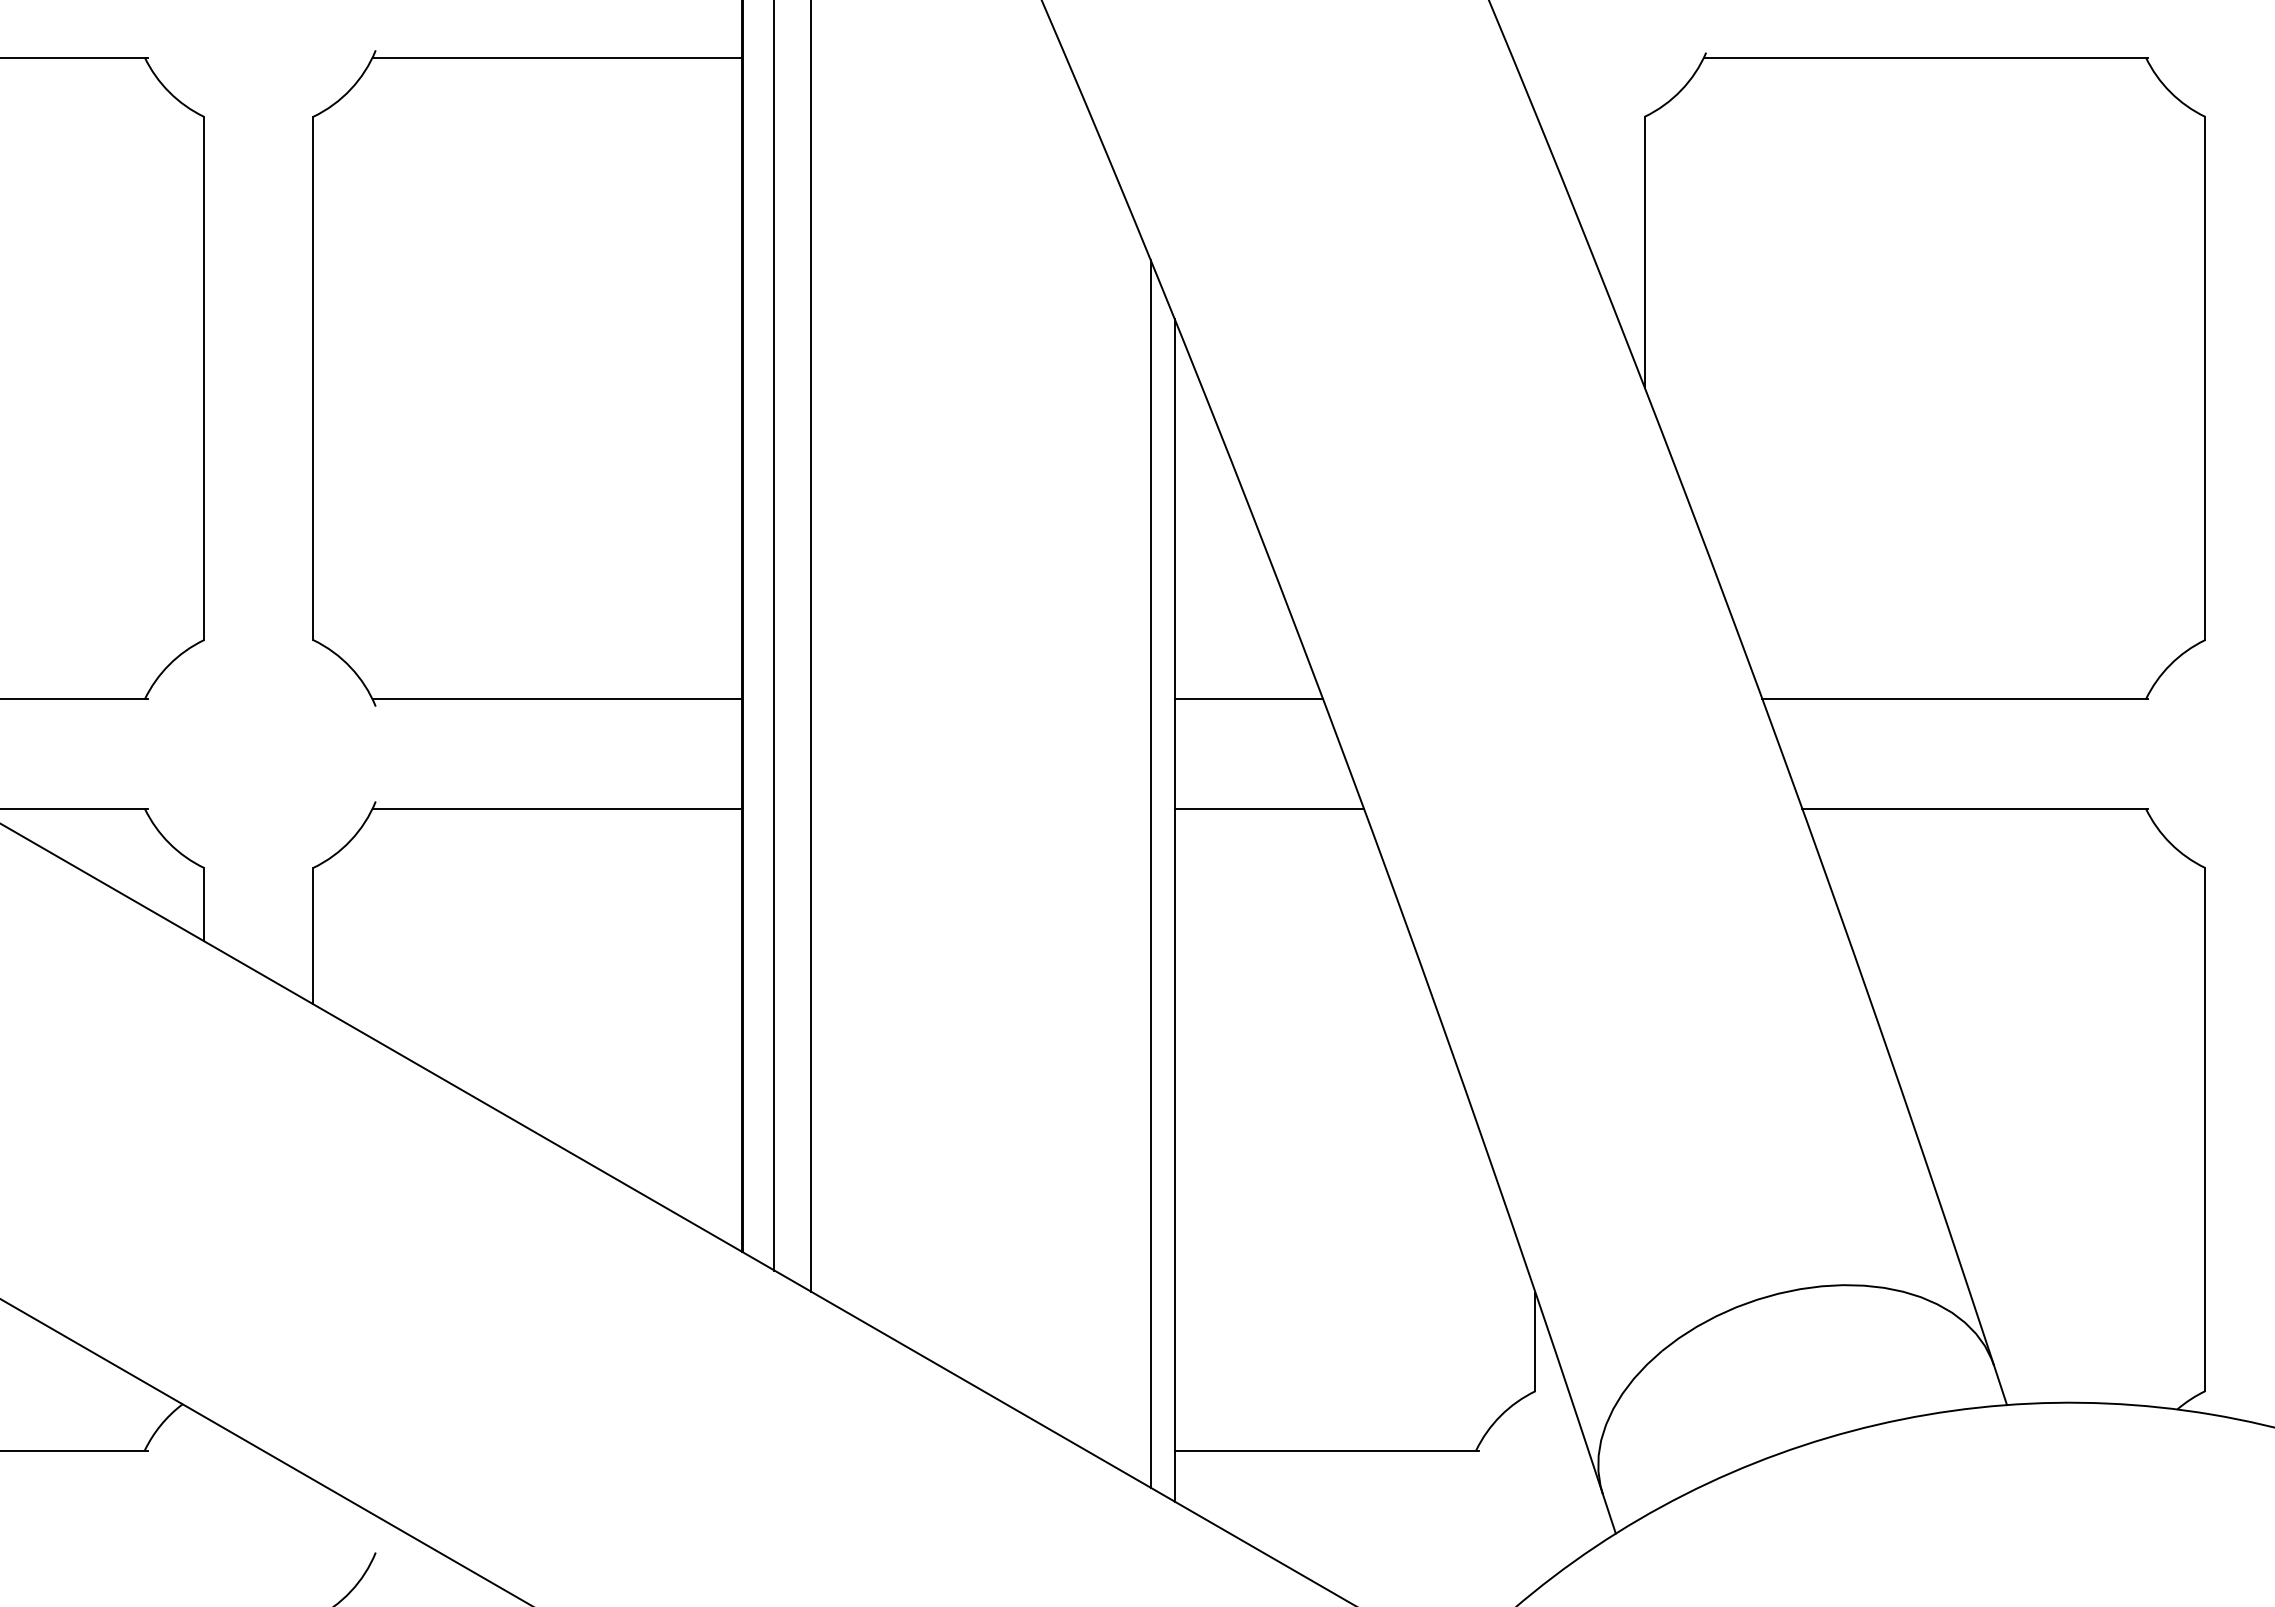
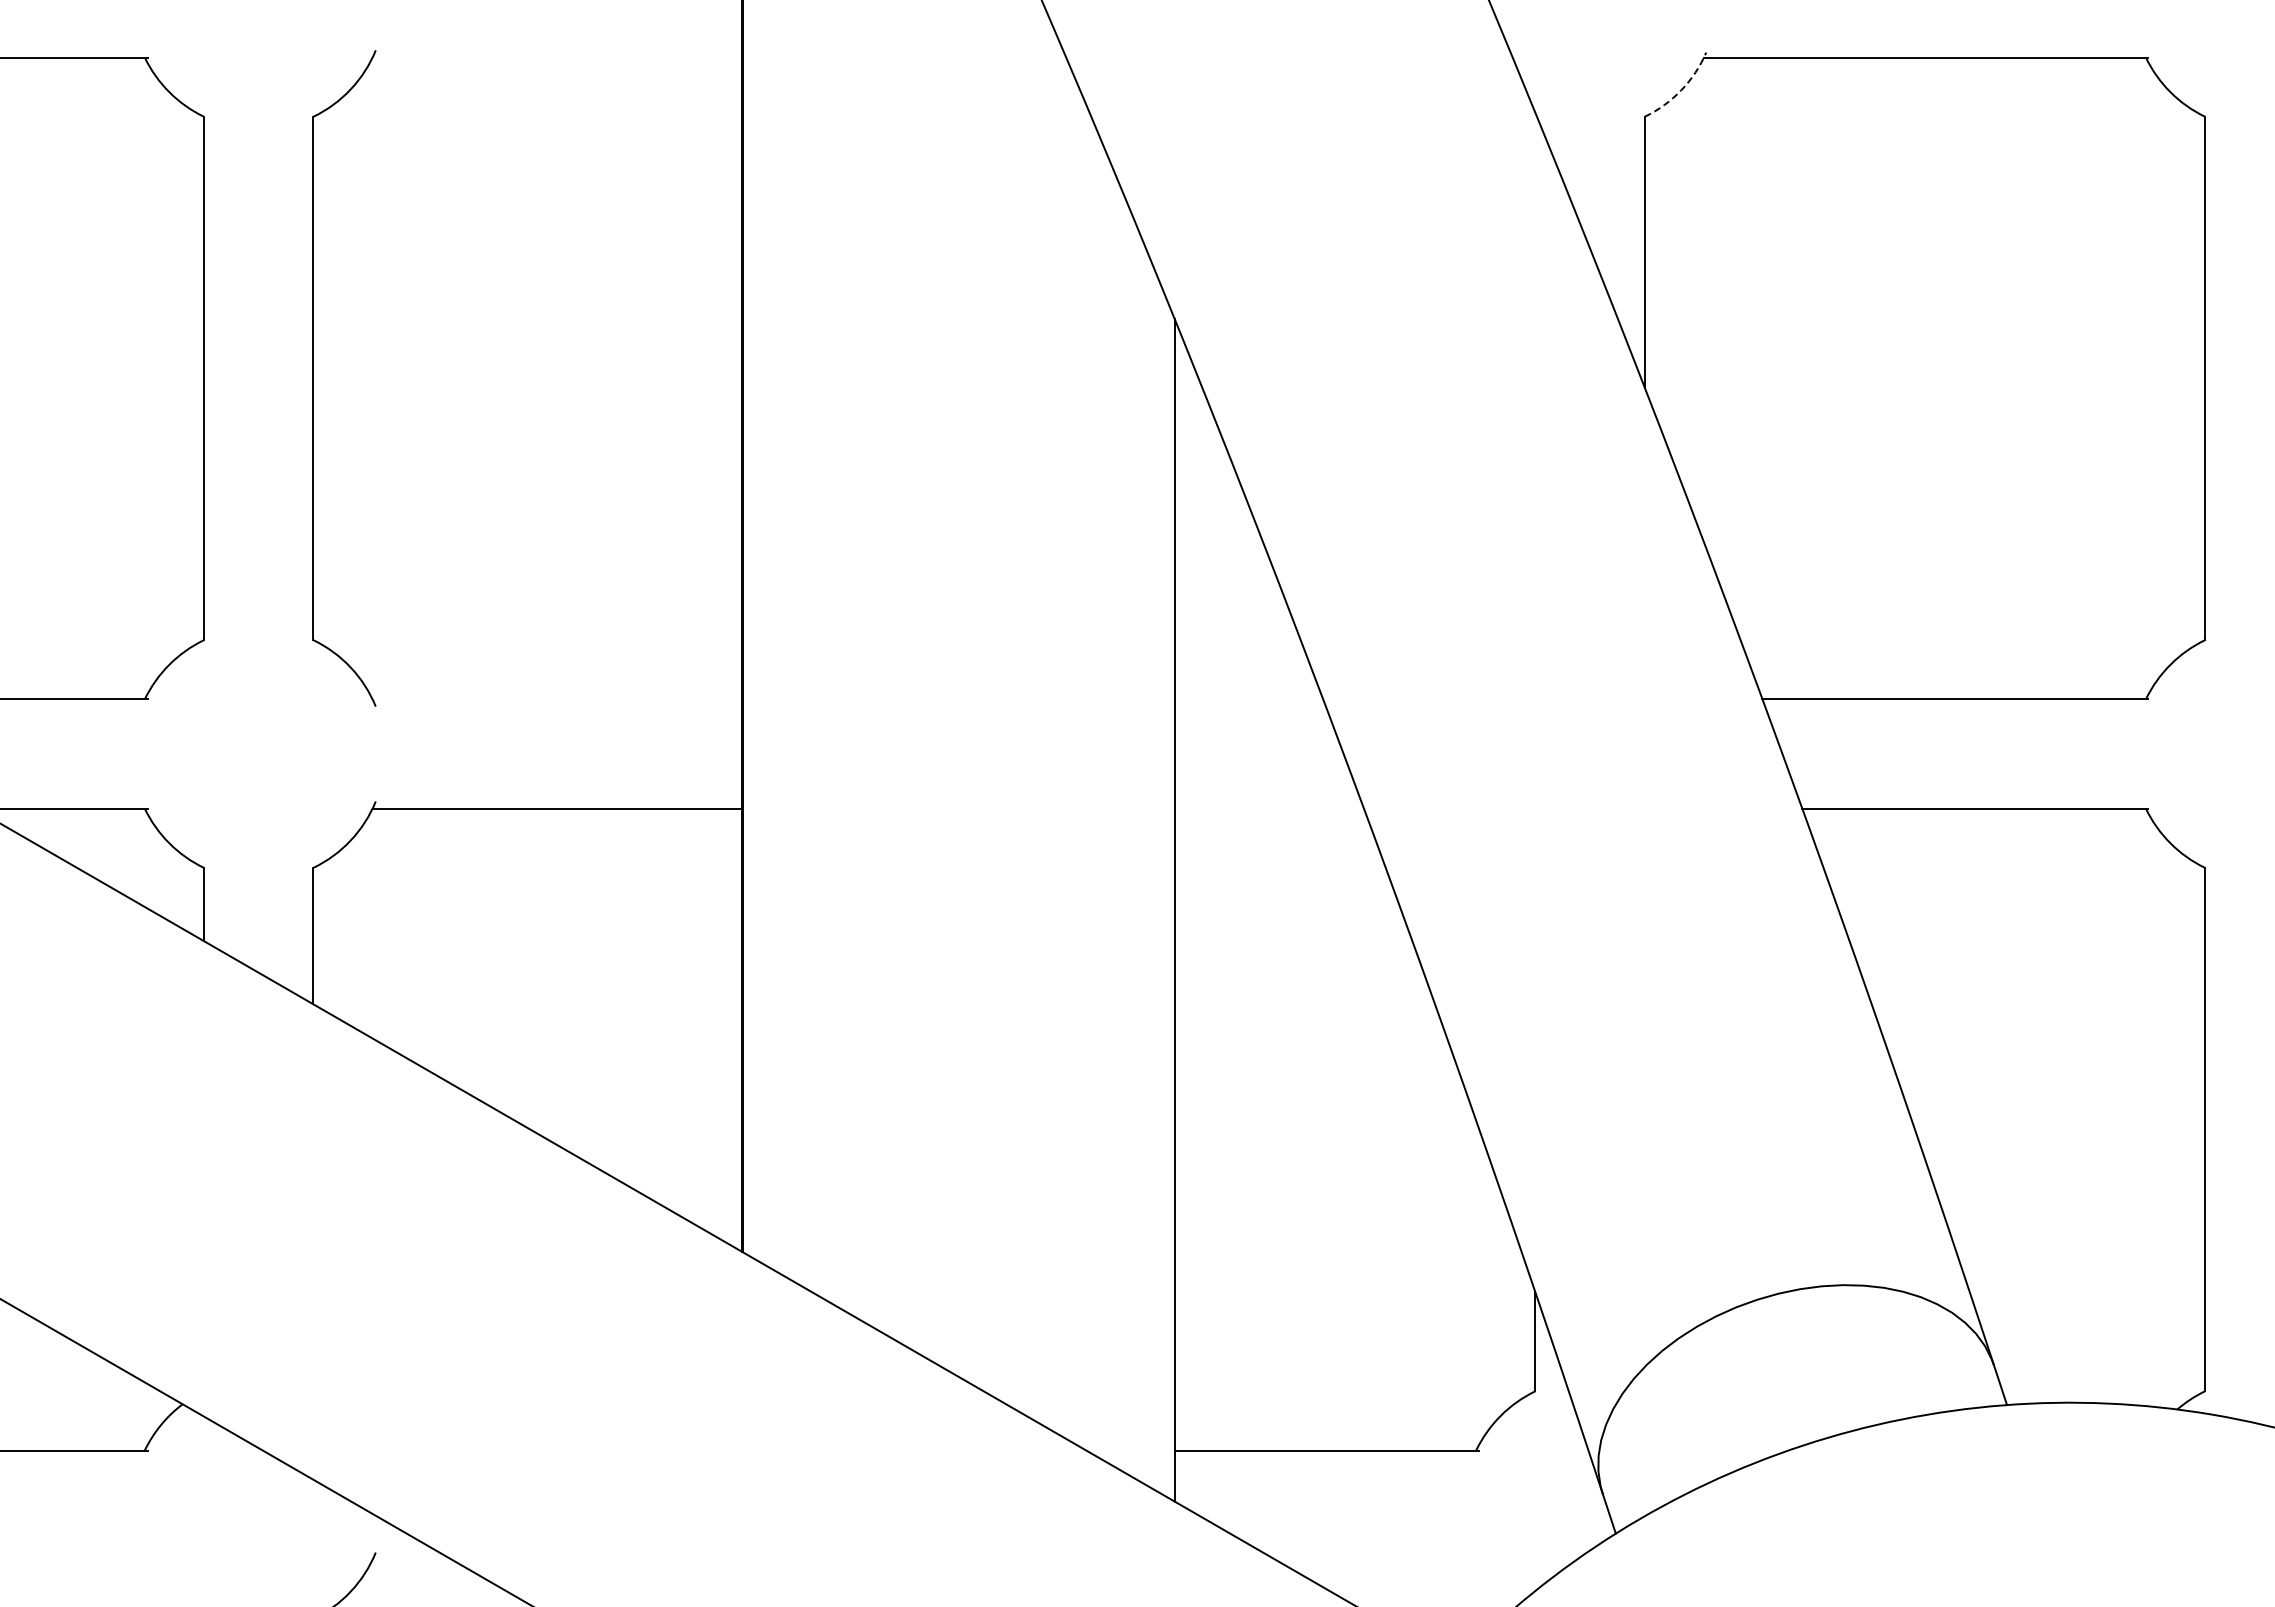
line at (556, 57): present -> none
arc at (1681, 90): solid -> dashed
line at (774, 636): present -> none
line at (811, 646): present -> none
line at (556, 699): present -> none
line at (1248, 699): present -> none
line at (1268, 808): present -> none
line at (1150, 873): present -> none
